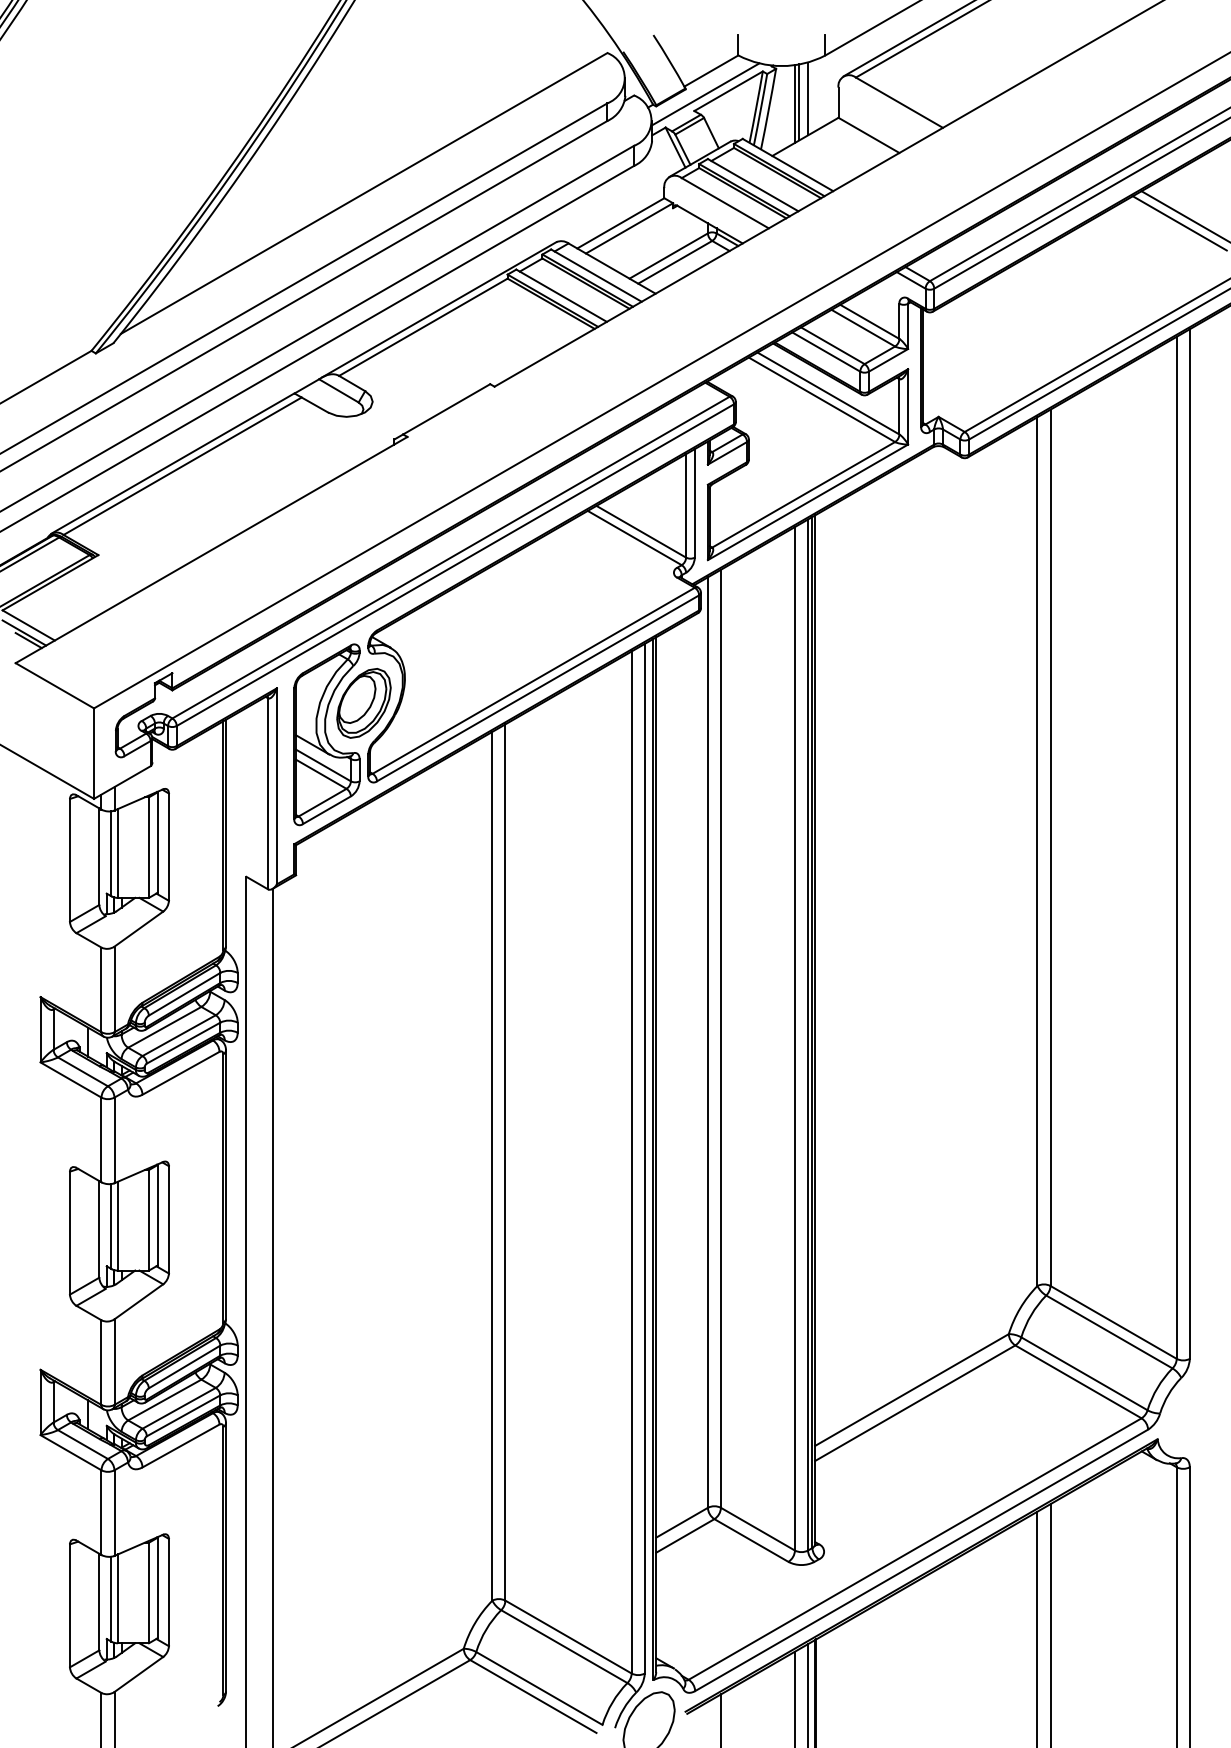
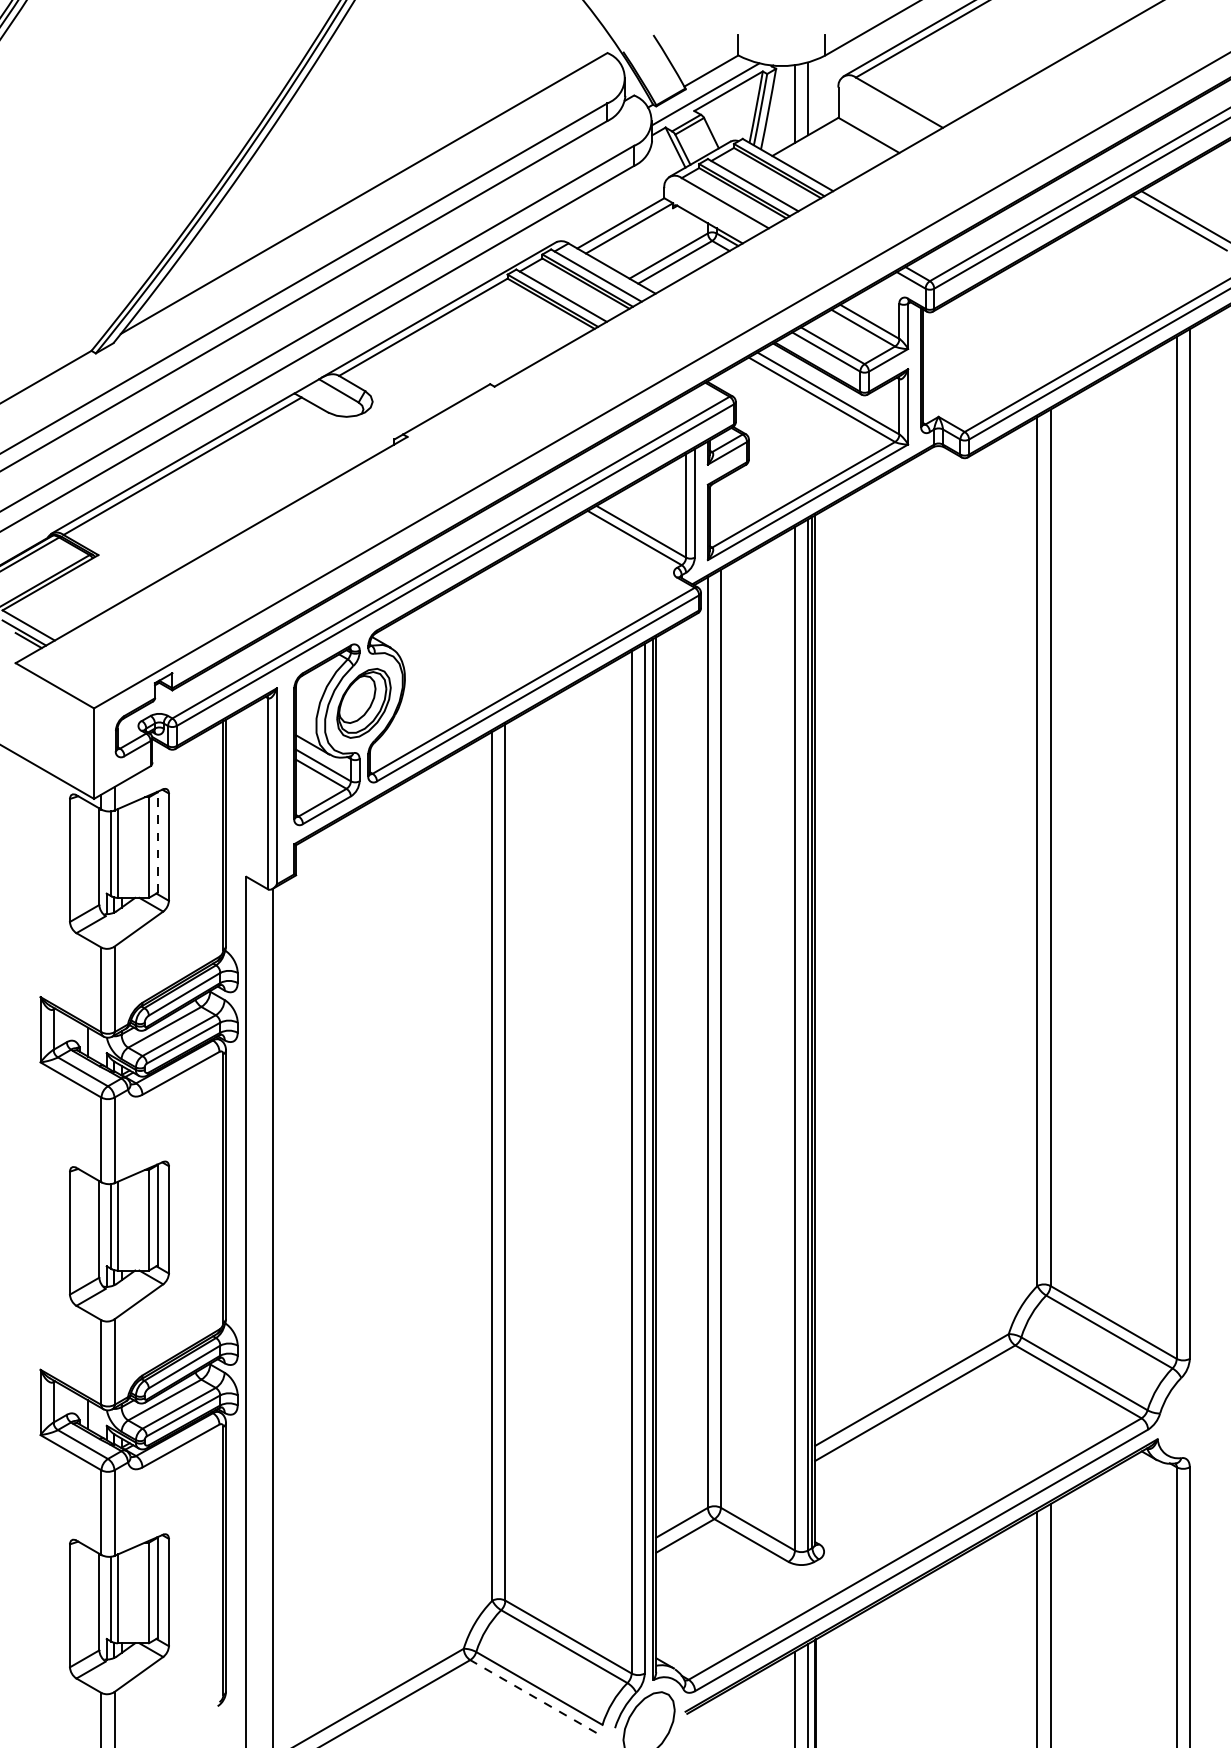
line at (799, 102): present -> none
line at (157, 842): solid -> dashed
line at (533, 1696): solid -> dashed
line at (720, 1719): present -> none
